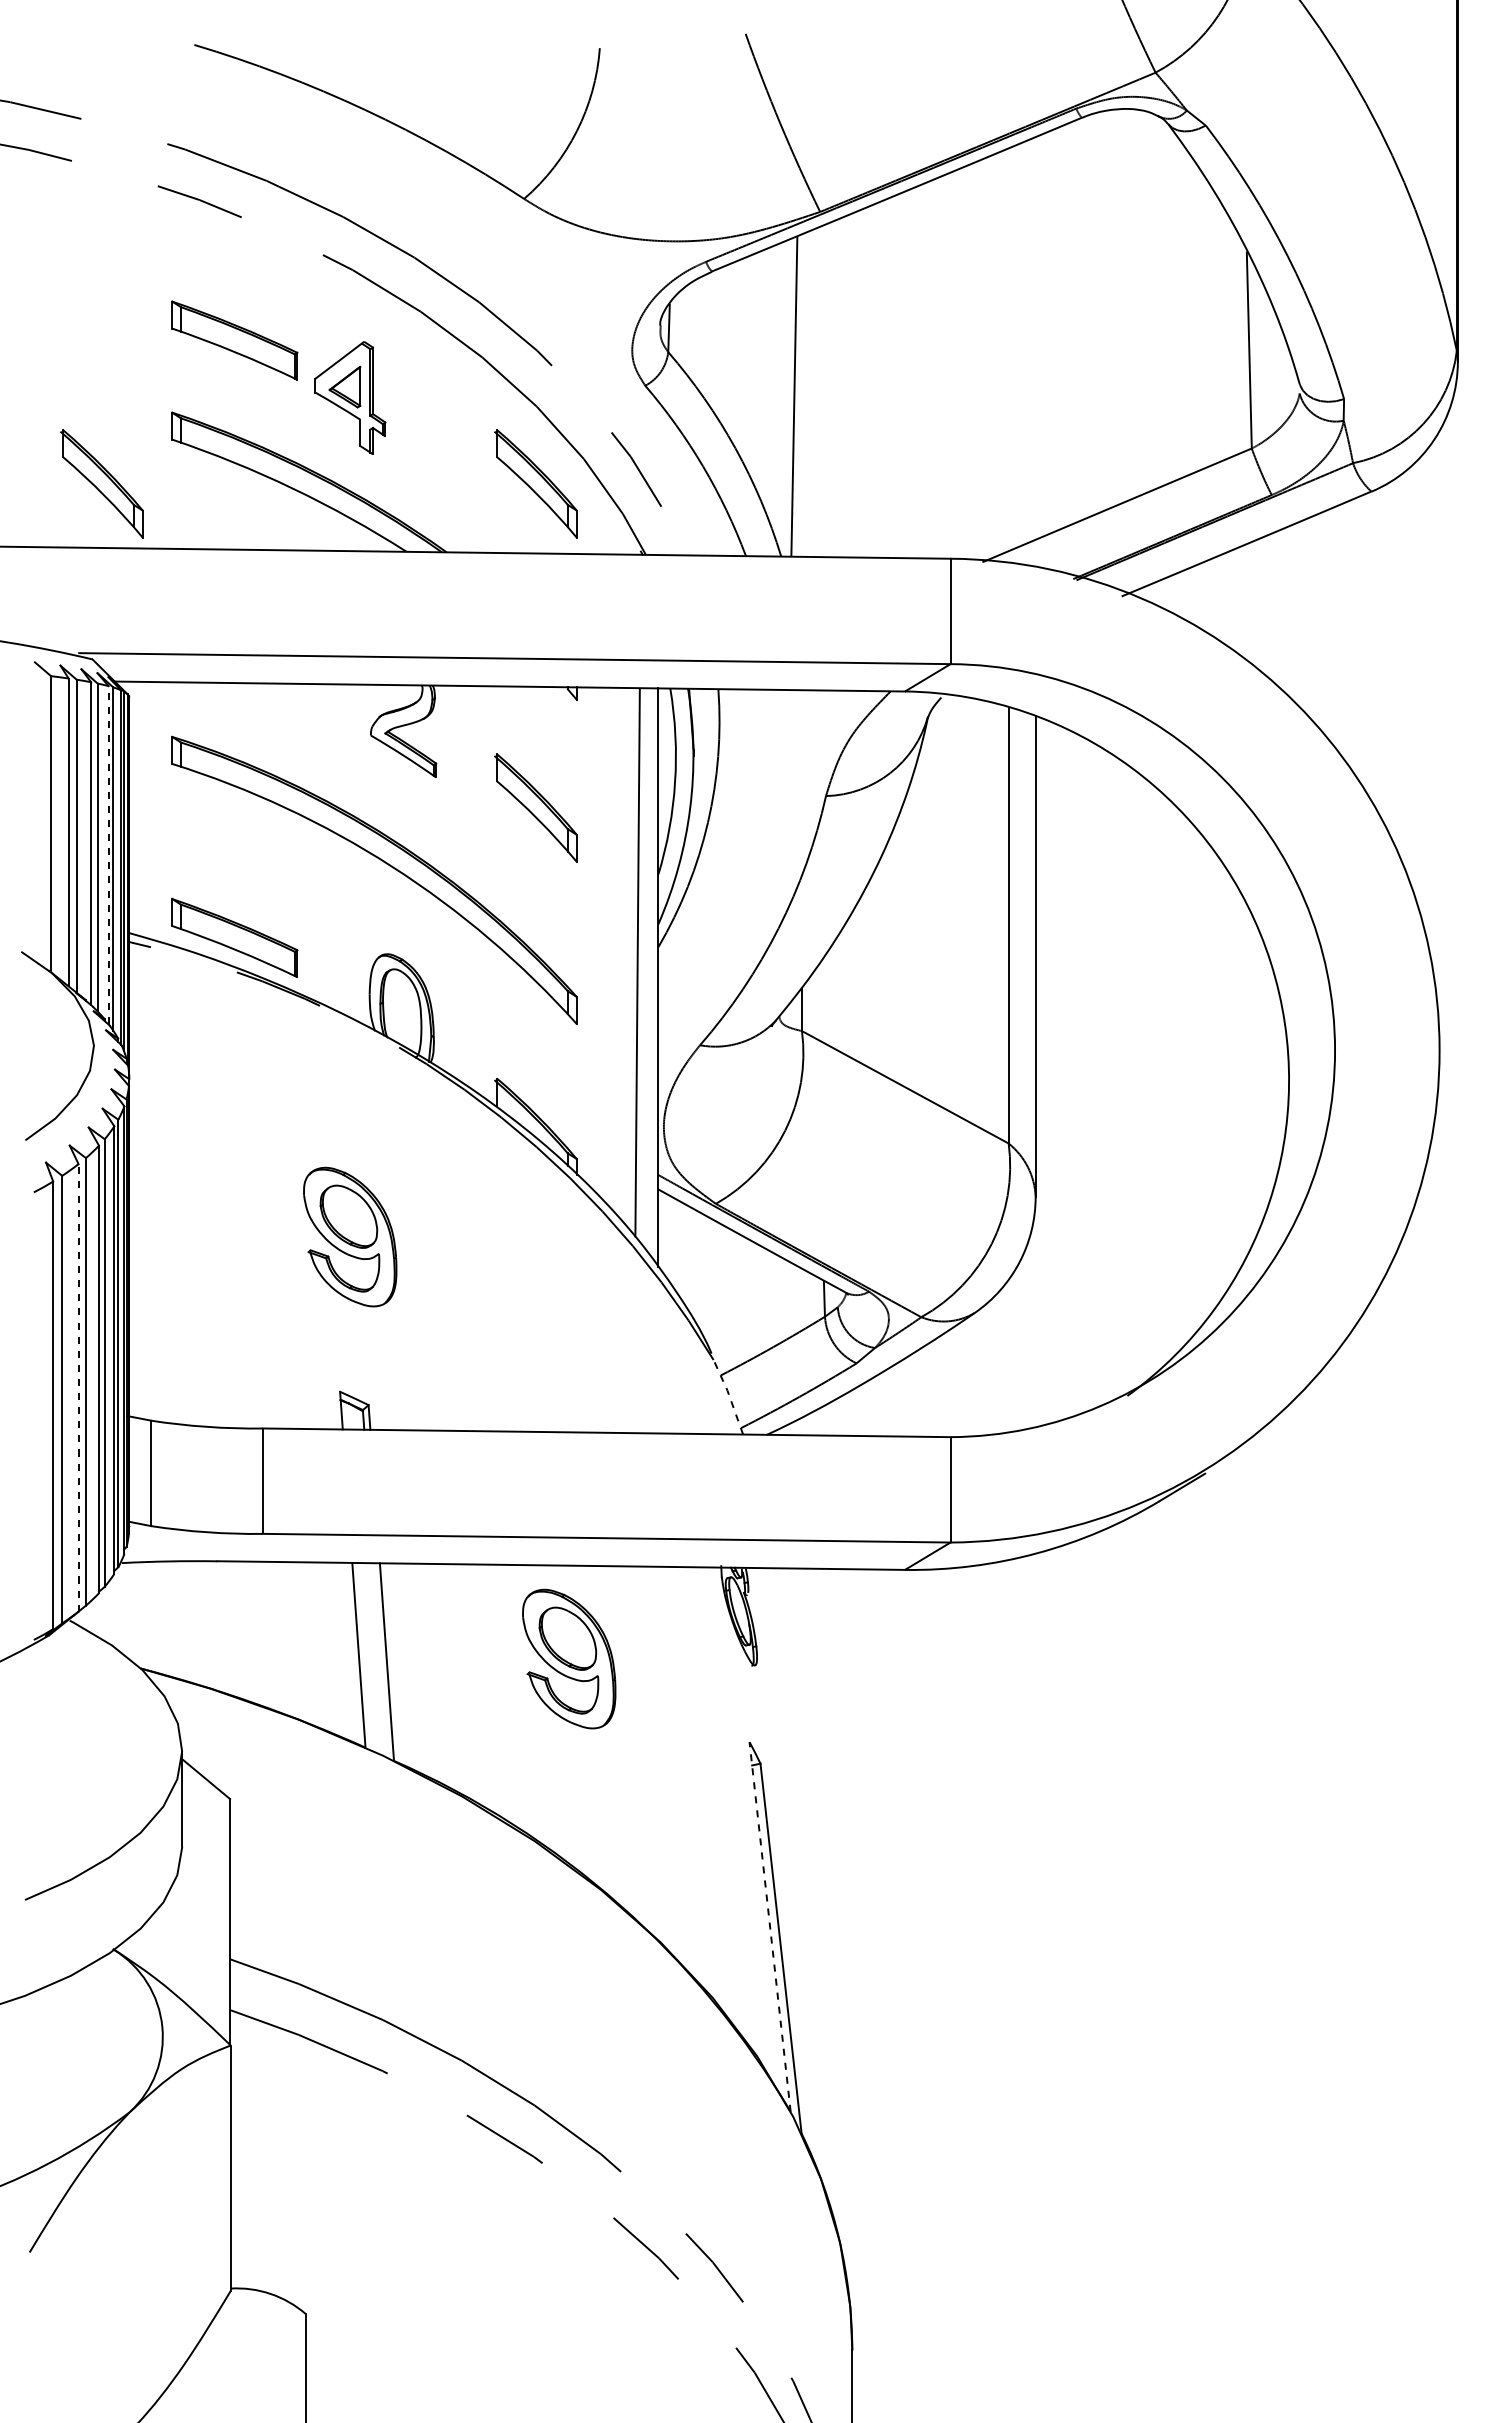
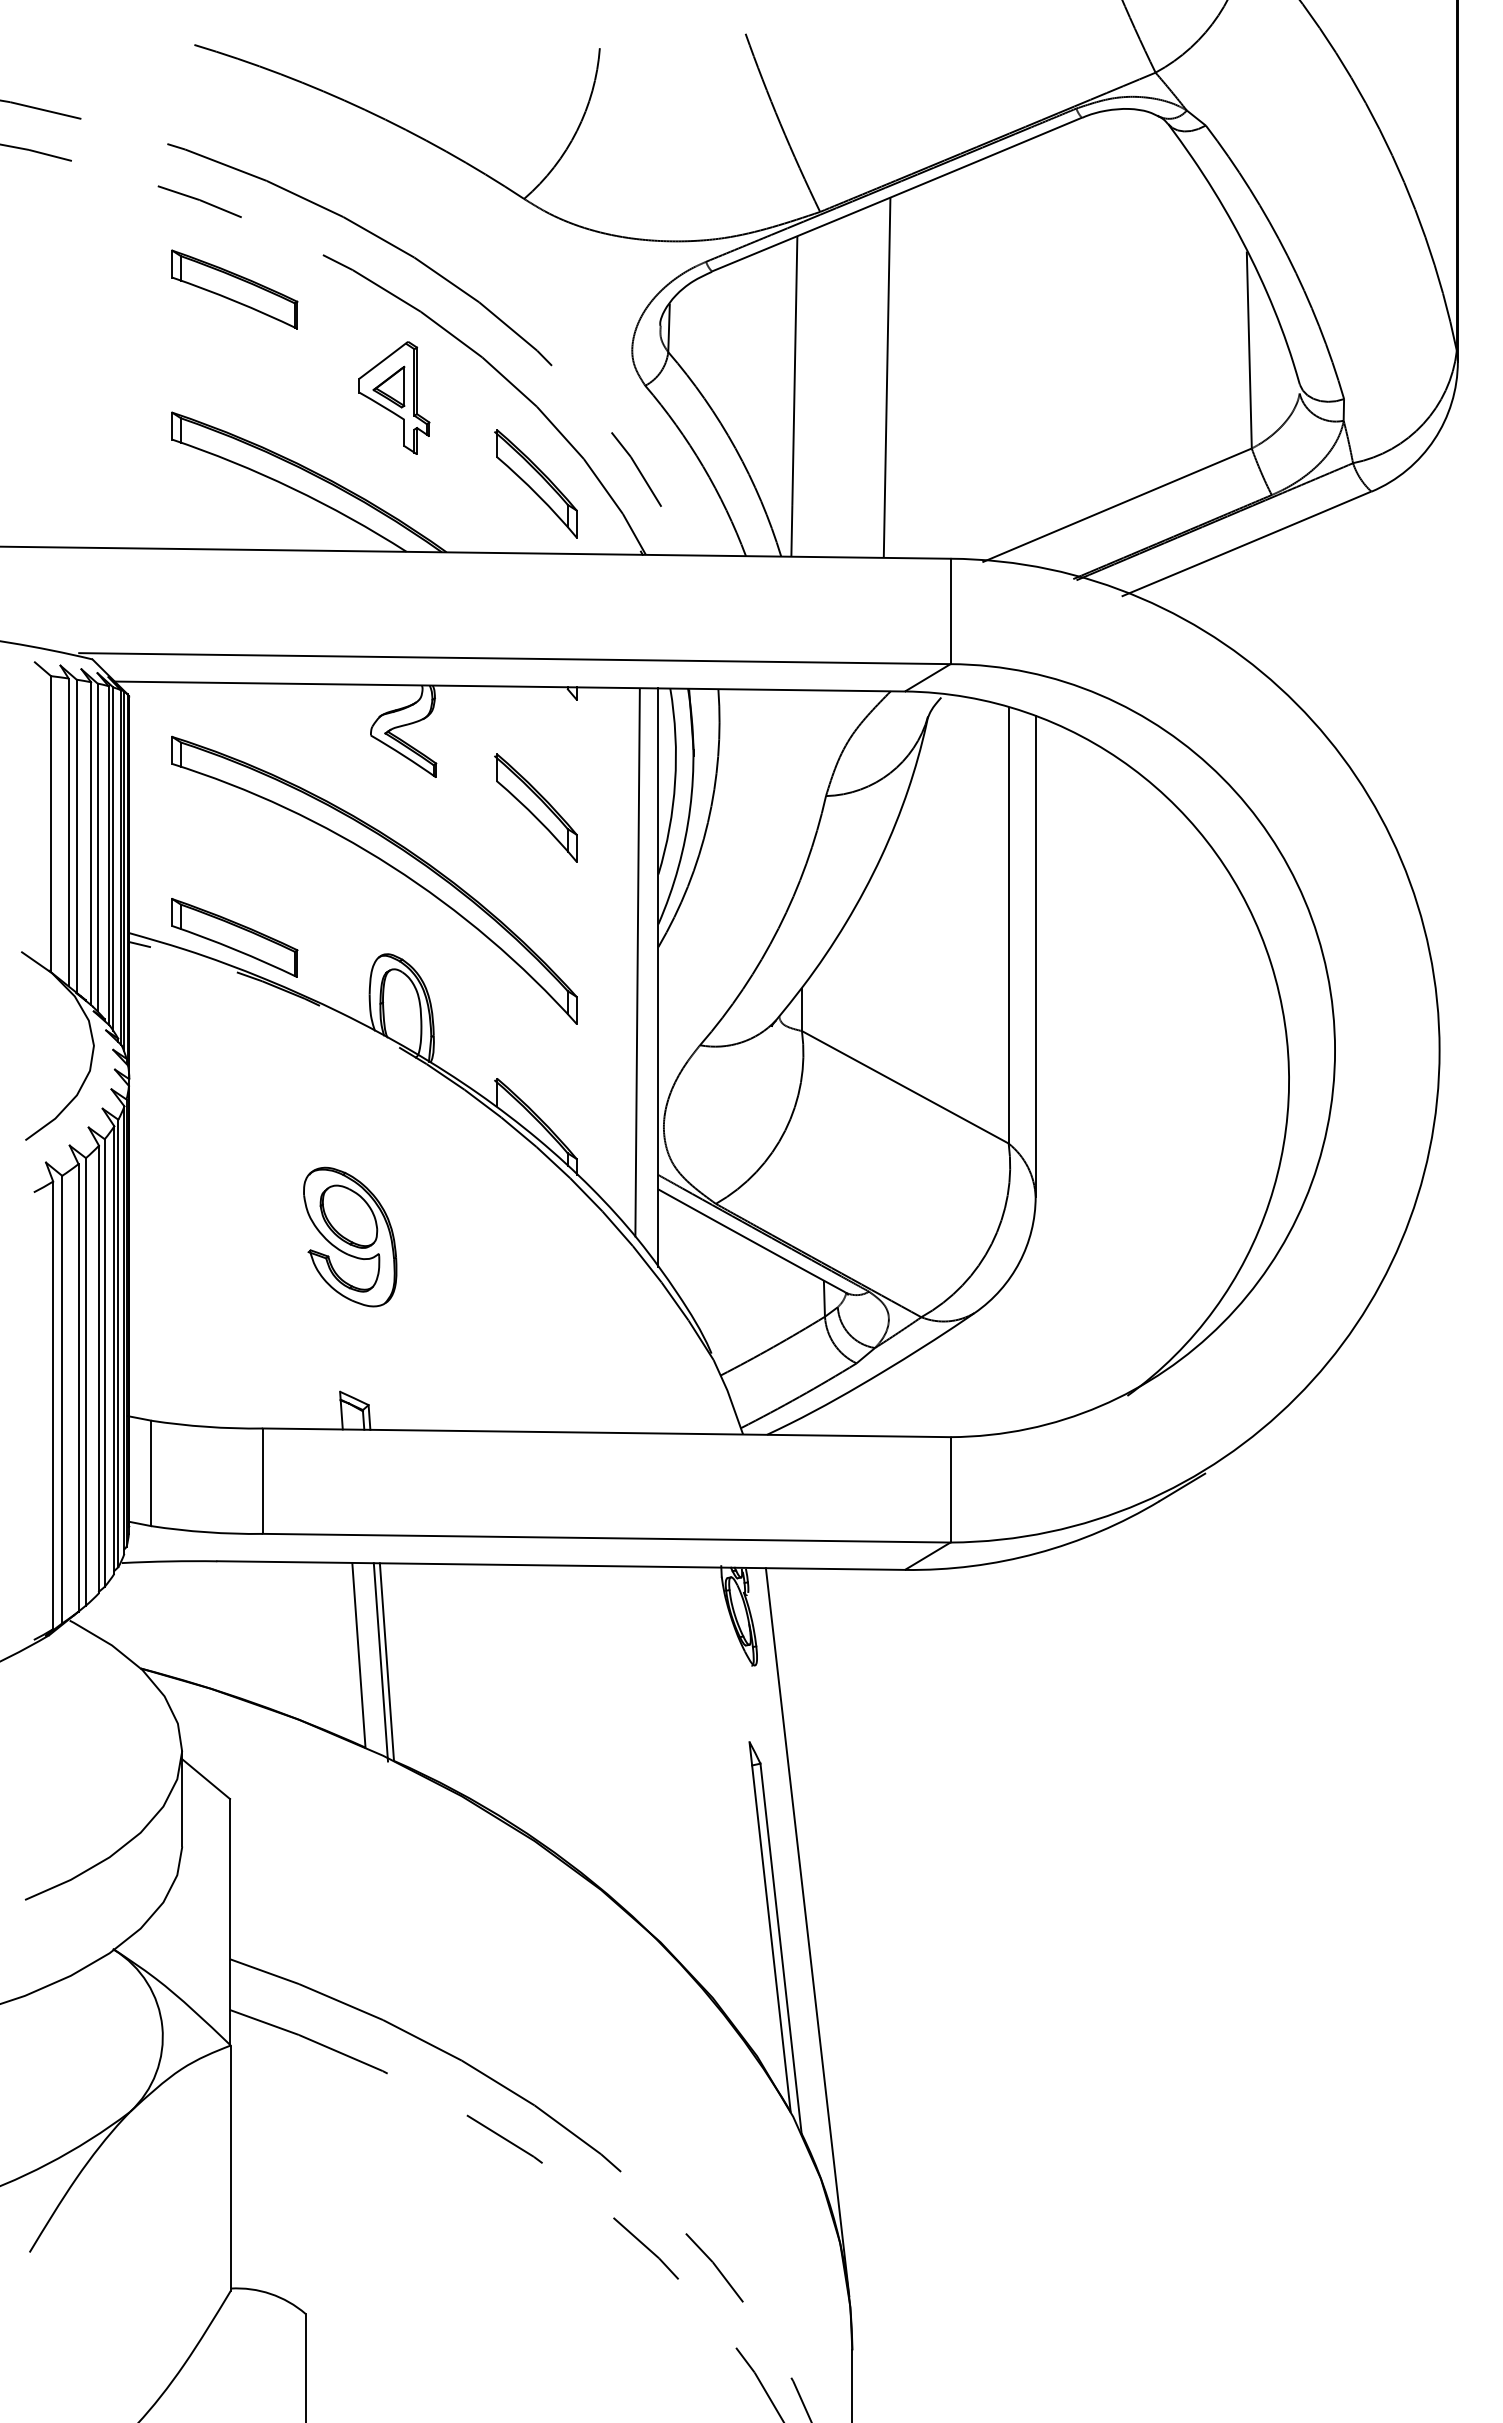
part at (234, 340) position: (234, 340) -> (234, 289)
line at (886, 377): none -> present
part at (350, 397) position: (350, 397) -> (394, 397)
part at (101, 483): present -> none
line at (108, 854): dashed -> solid
line at (78, 1387): dashed -> solid
line at (729, 1396): dashed -> solid
part at (569, 1658): present -> none
line at (380, 1662): none -> present
line at (770, 1927): dashed -> solid
line at (807, 1932): none -> present
